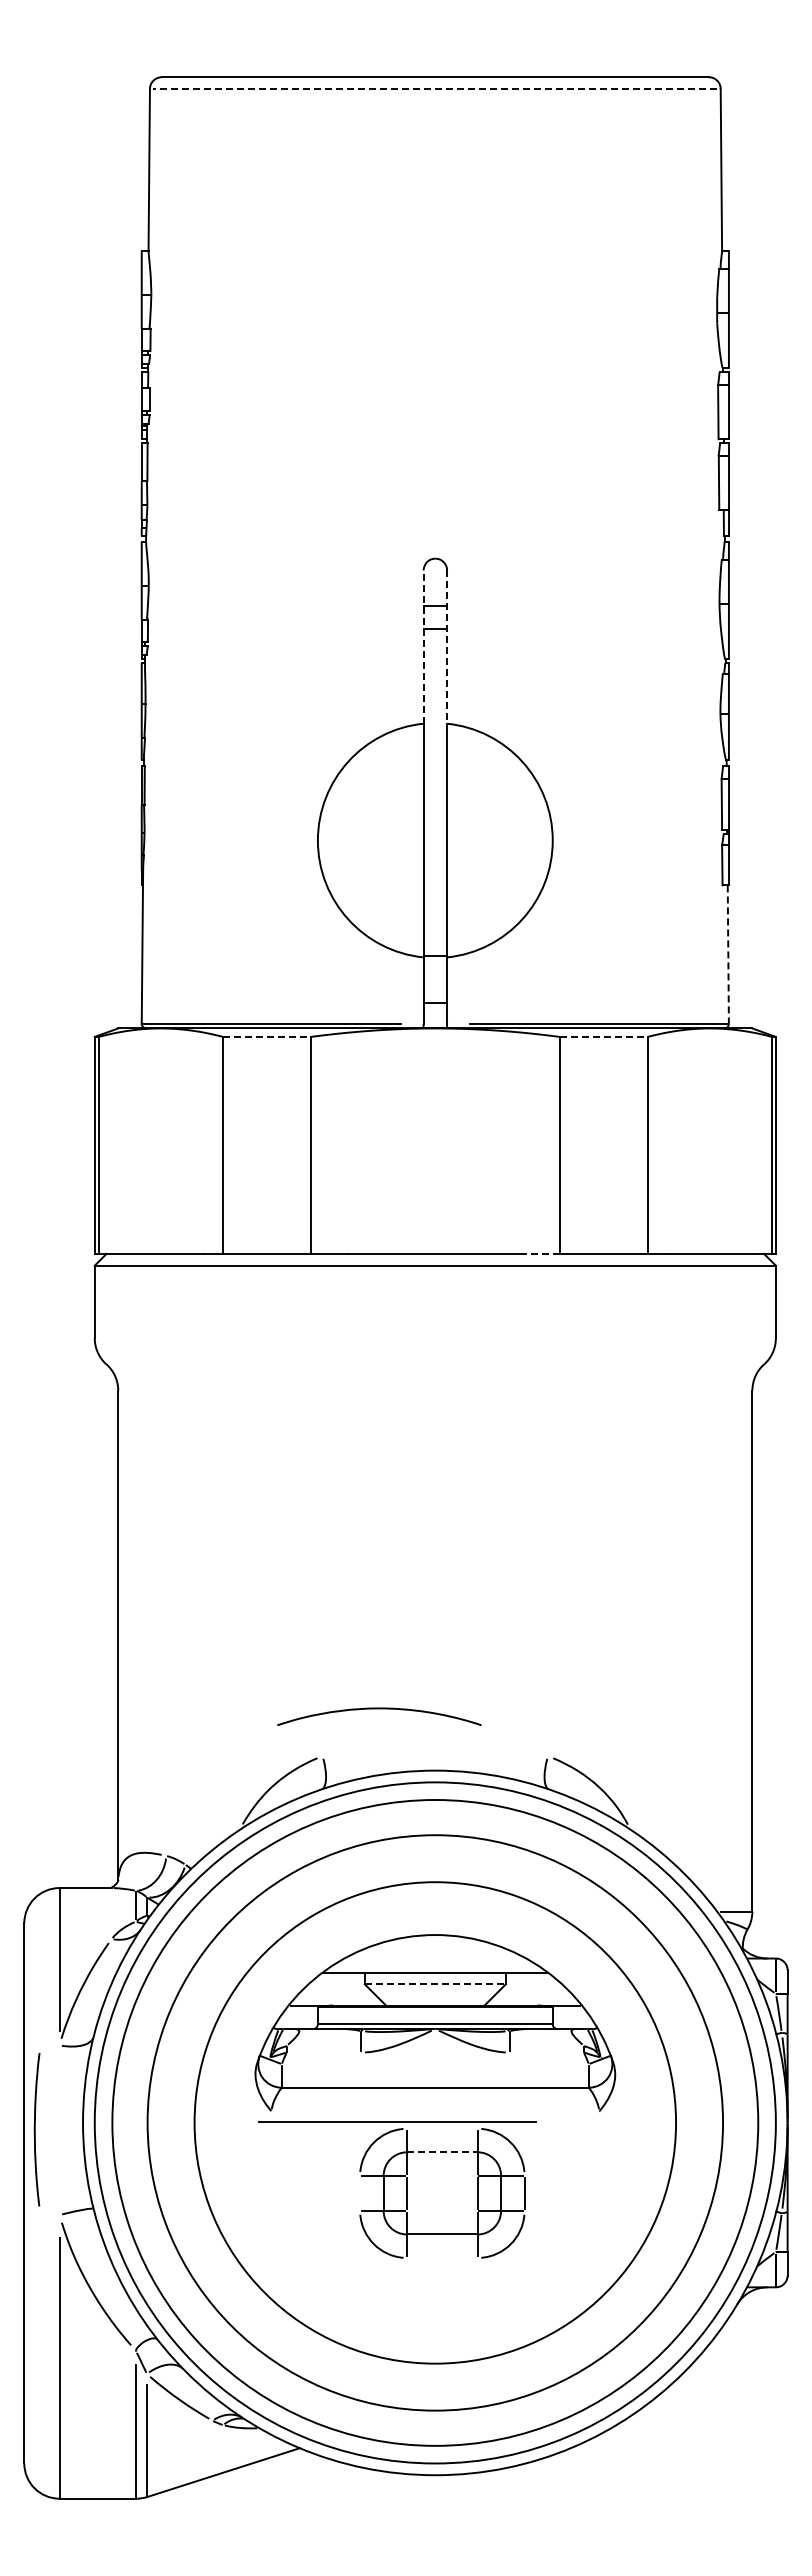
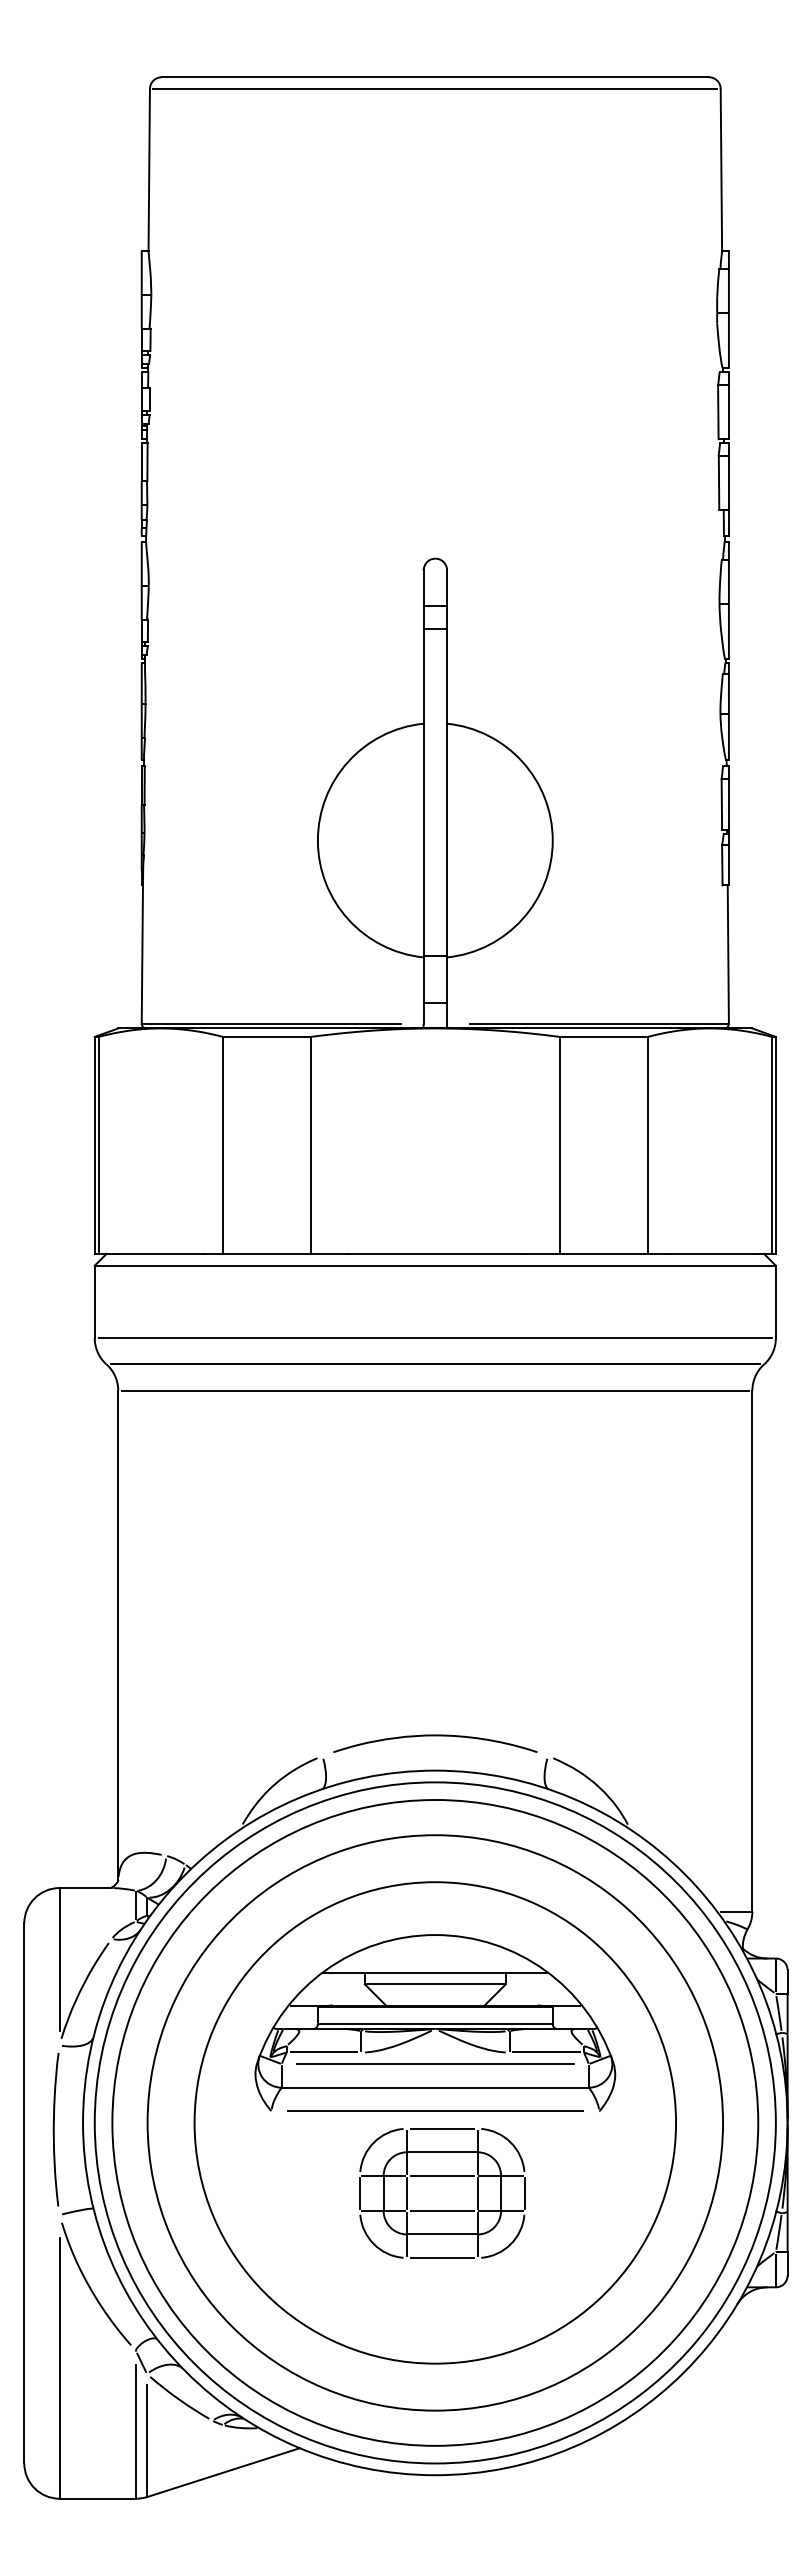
line at (435, 89): dashed -> solid
line at (423, 647): dashed -> solid
line at (447, 647): dashed -> solid
line at (728, 955): dashed -> solid
line at (267, 1036): dashed -> solid
line at (604, 1036): dashed -> solid
line at (541, 1253): dashed -> solid
line at (435, 1338): none -> present
line at (435, 1364): none -> present
line at (435, 1390): none -> present
curve at (379, 1709) position: (379, 1709) -> (435, 1736)
line at (435, 1984): dashed -> solid
line at (323, 2052): none -> present
line at (546, 2052): none -> present
line at (435, 2111): none -> present
line at (397, 2121) position: (397, 2121) -> (435, 2063)
line at (442, 2128): none -> present
curve at (35, 2129) position: (35, 2129) -> (54, 2129)
line at (442, 2152): dashed -> solid
line at (442, 2175): none -> present
line at (360, 2193): none -> present
line at (442, 2211): none -> present
line at (442, 2257): none -> present
